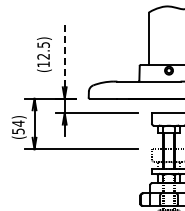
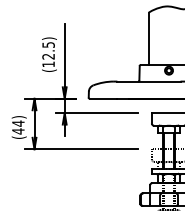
text at (44, 54) position: (44, 54) -> (49, 54)
line at (64, 55): dashed -> solid
text at (18, 131): (54) -> (44)
